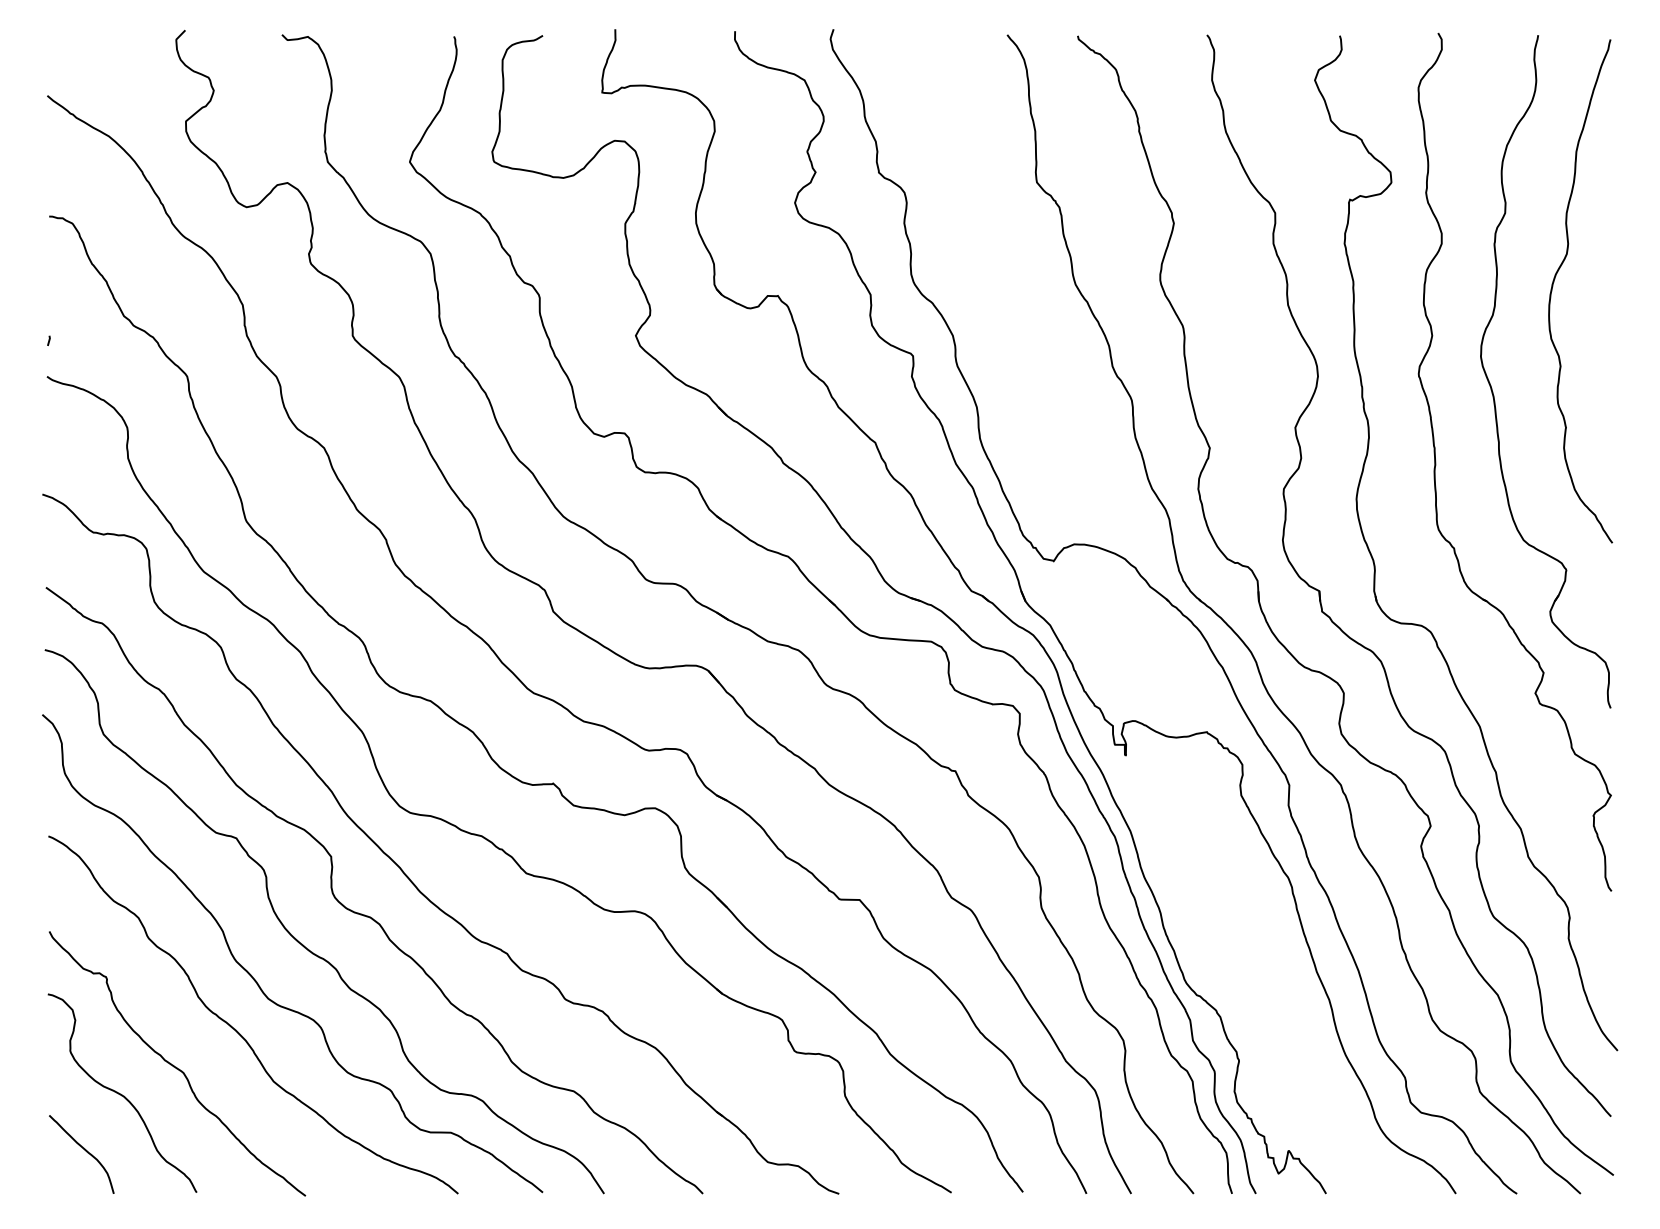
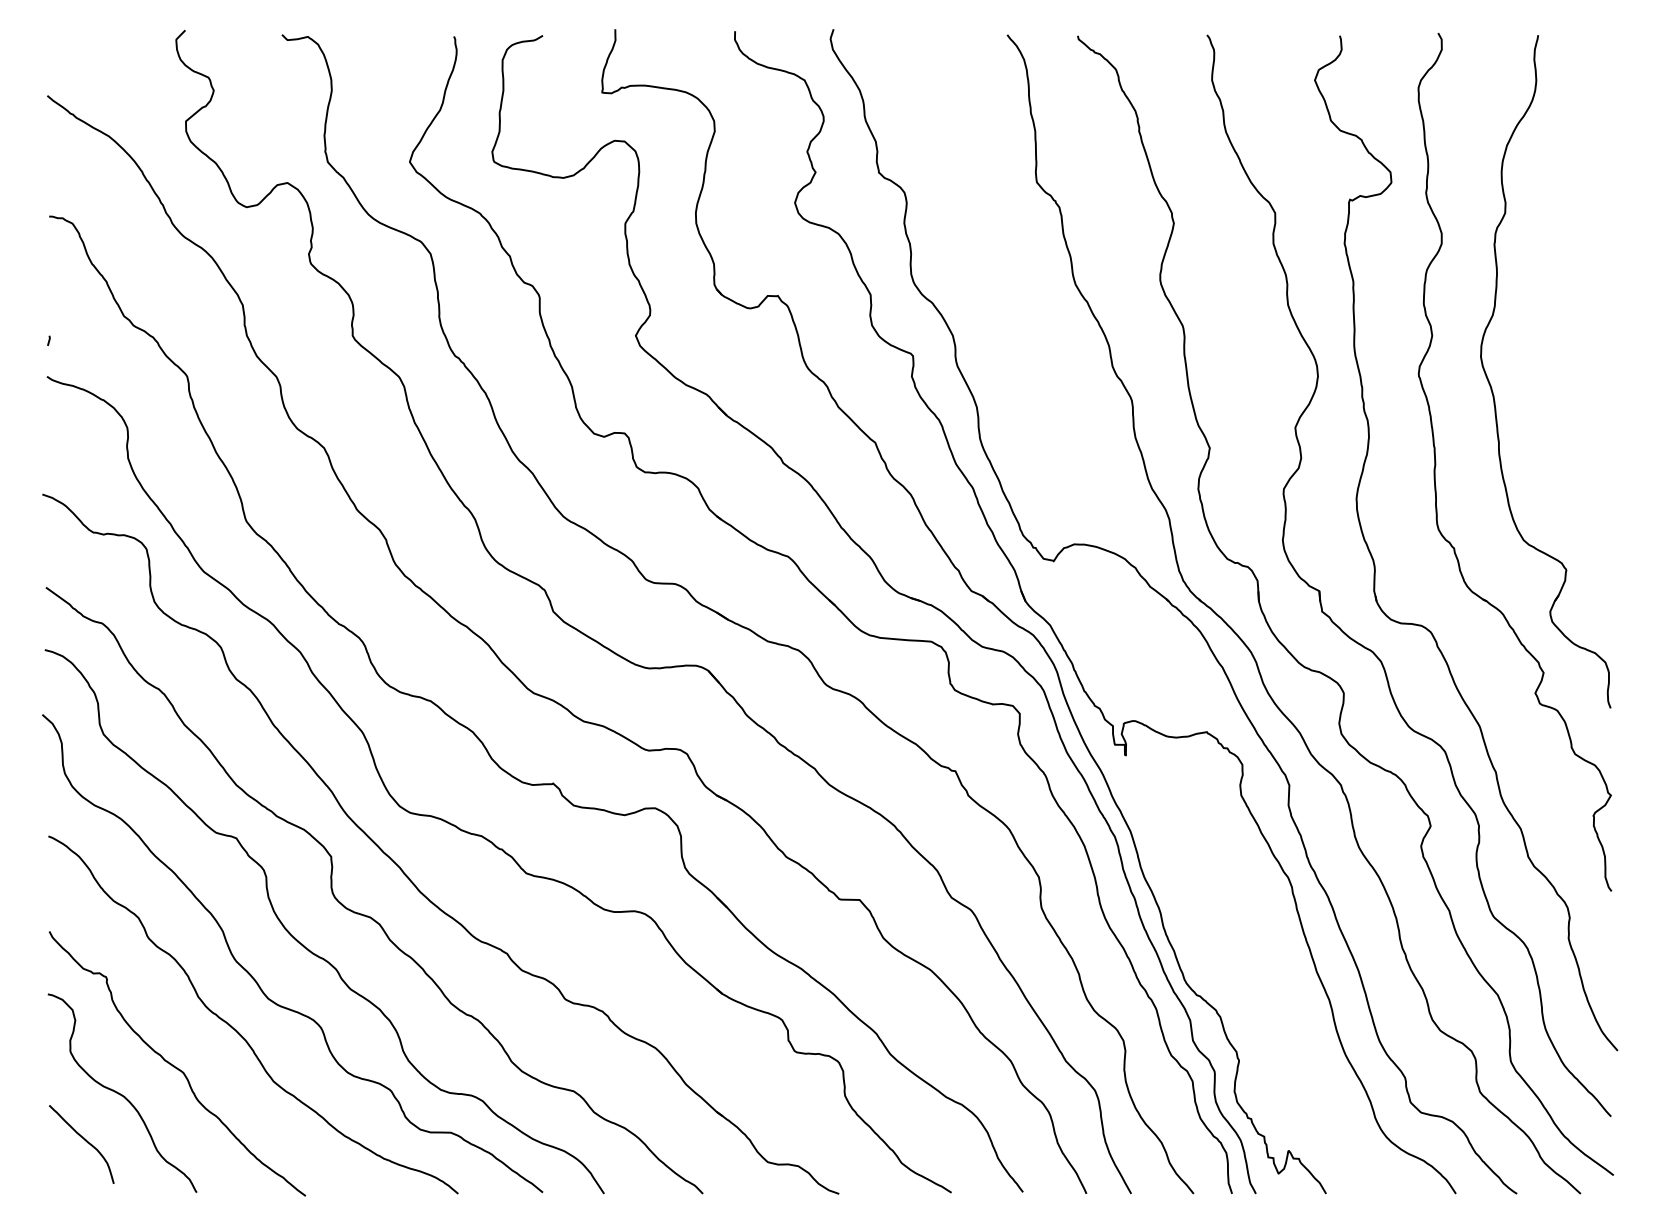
curve at (1553, 286): present -> none
curve at (84, 1150) position: (84, 1150) -> (84, 1140)
